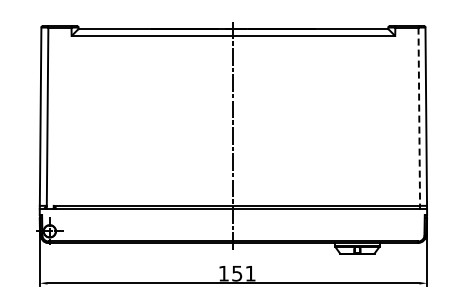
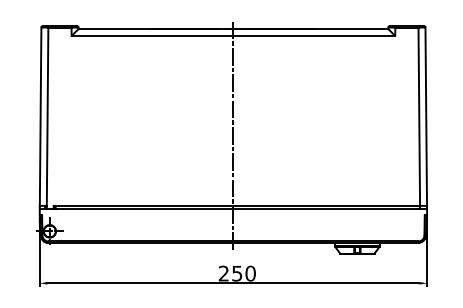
line at (419, 117): dashed -> solid
text at (236, 273): 151 -> 250
